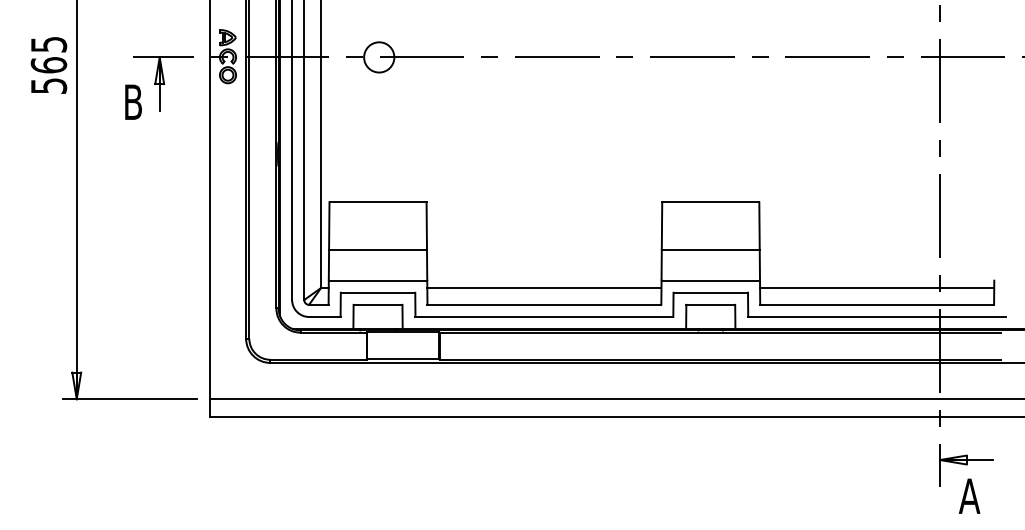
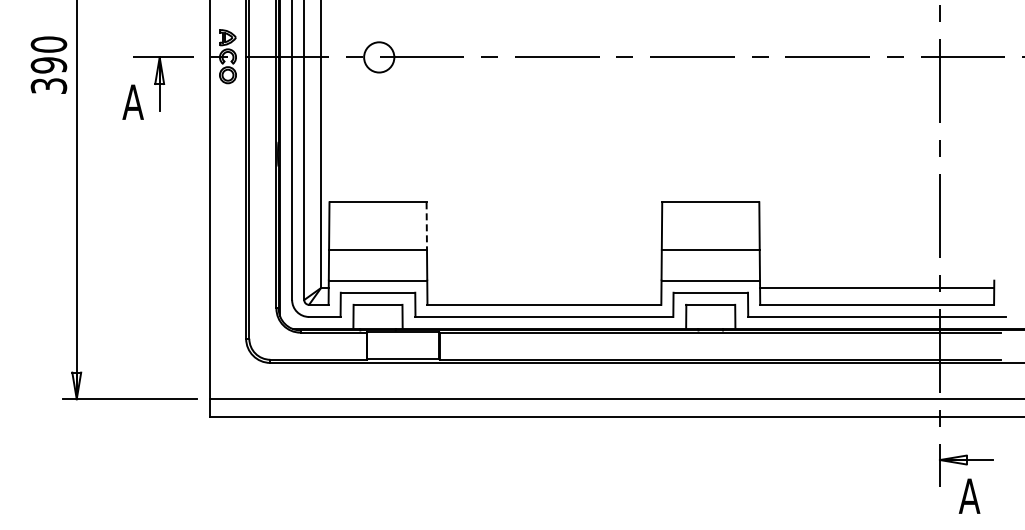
text at (48, 64): 565 -> 390
text at (132, 101): B -> A
line at (426, 225): solid -> dashed
line at (544, 287): present -> none
